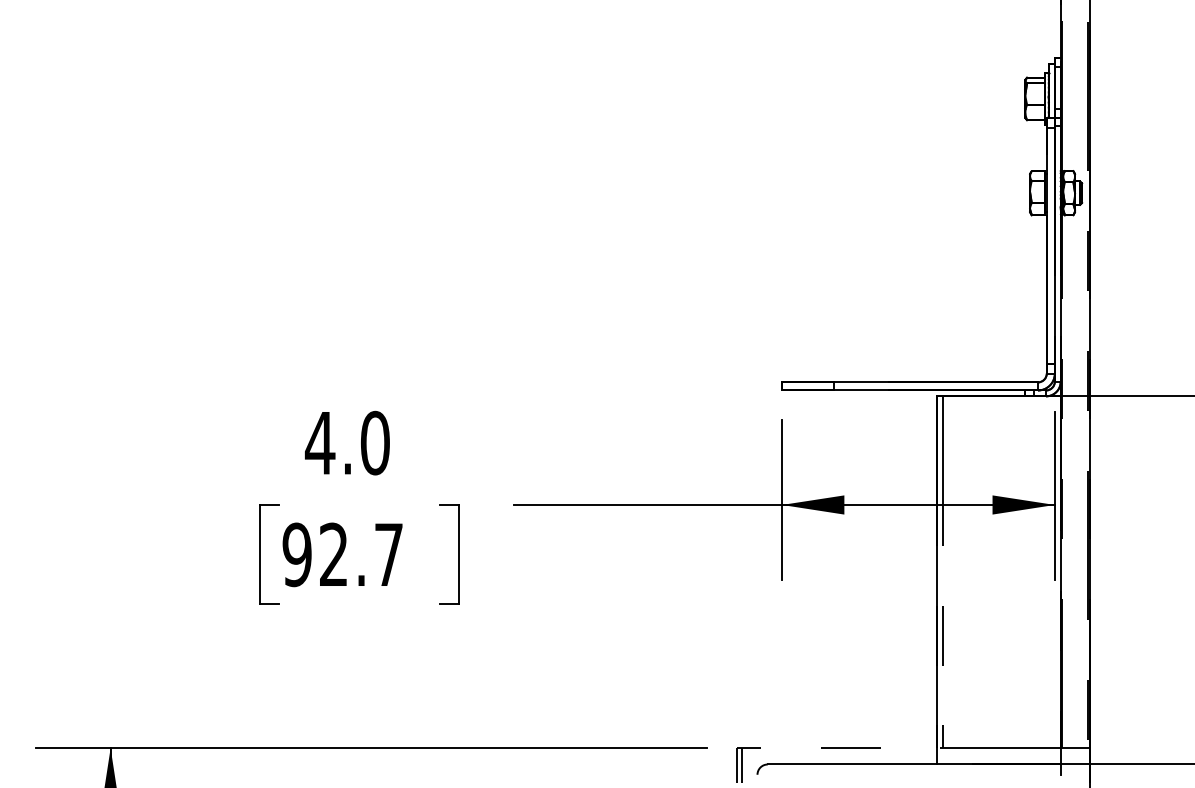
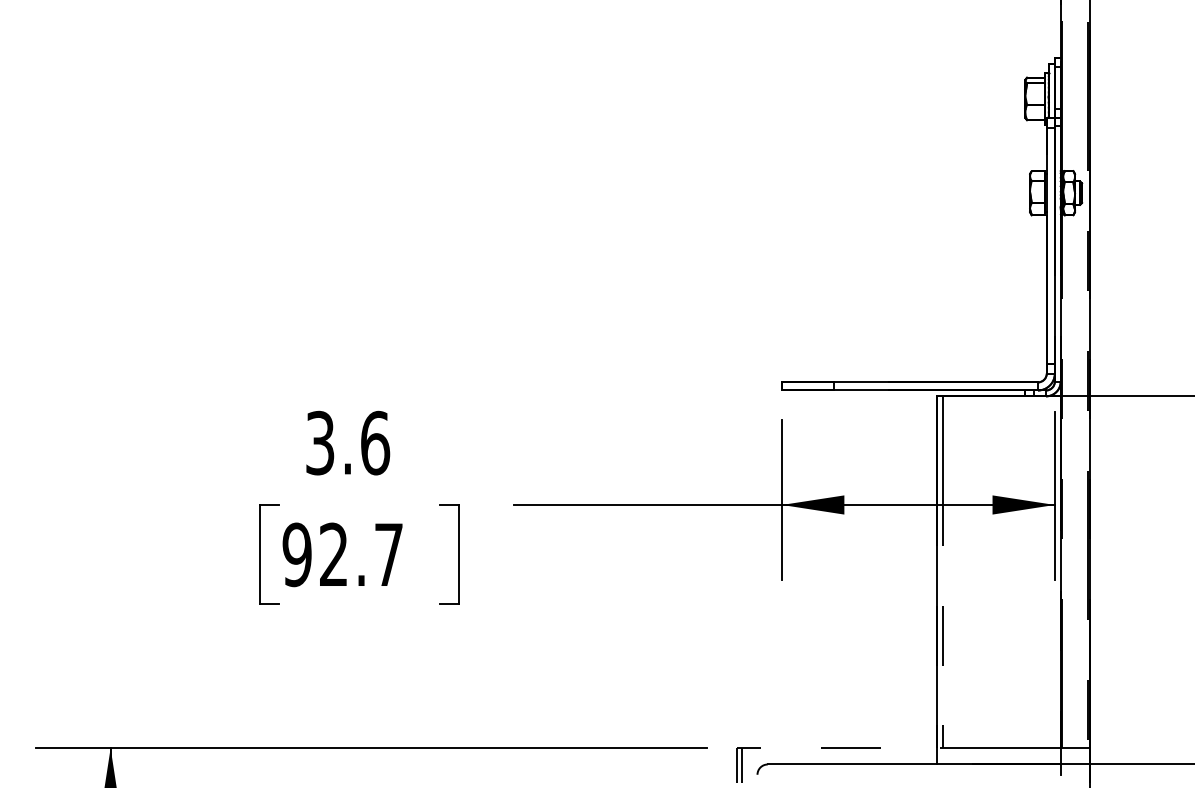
text at (347, 442): 4.0 -> 3.6
